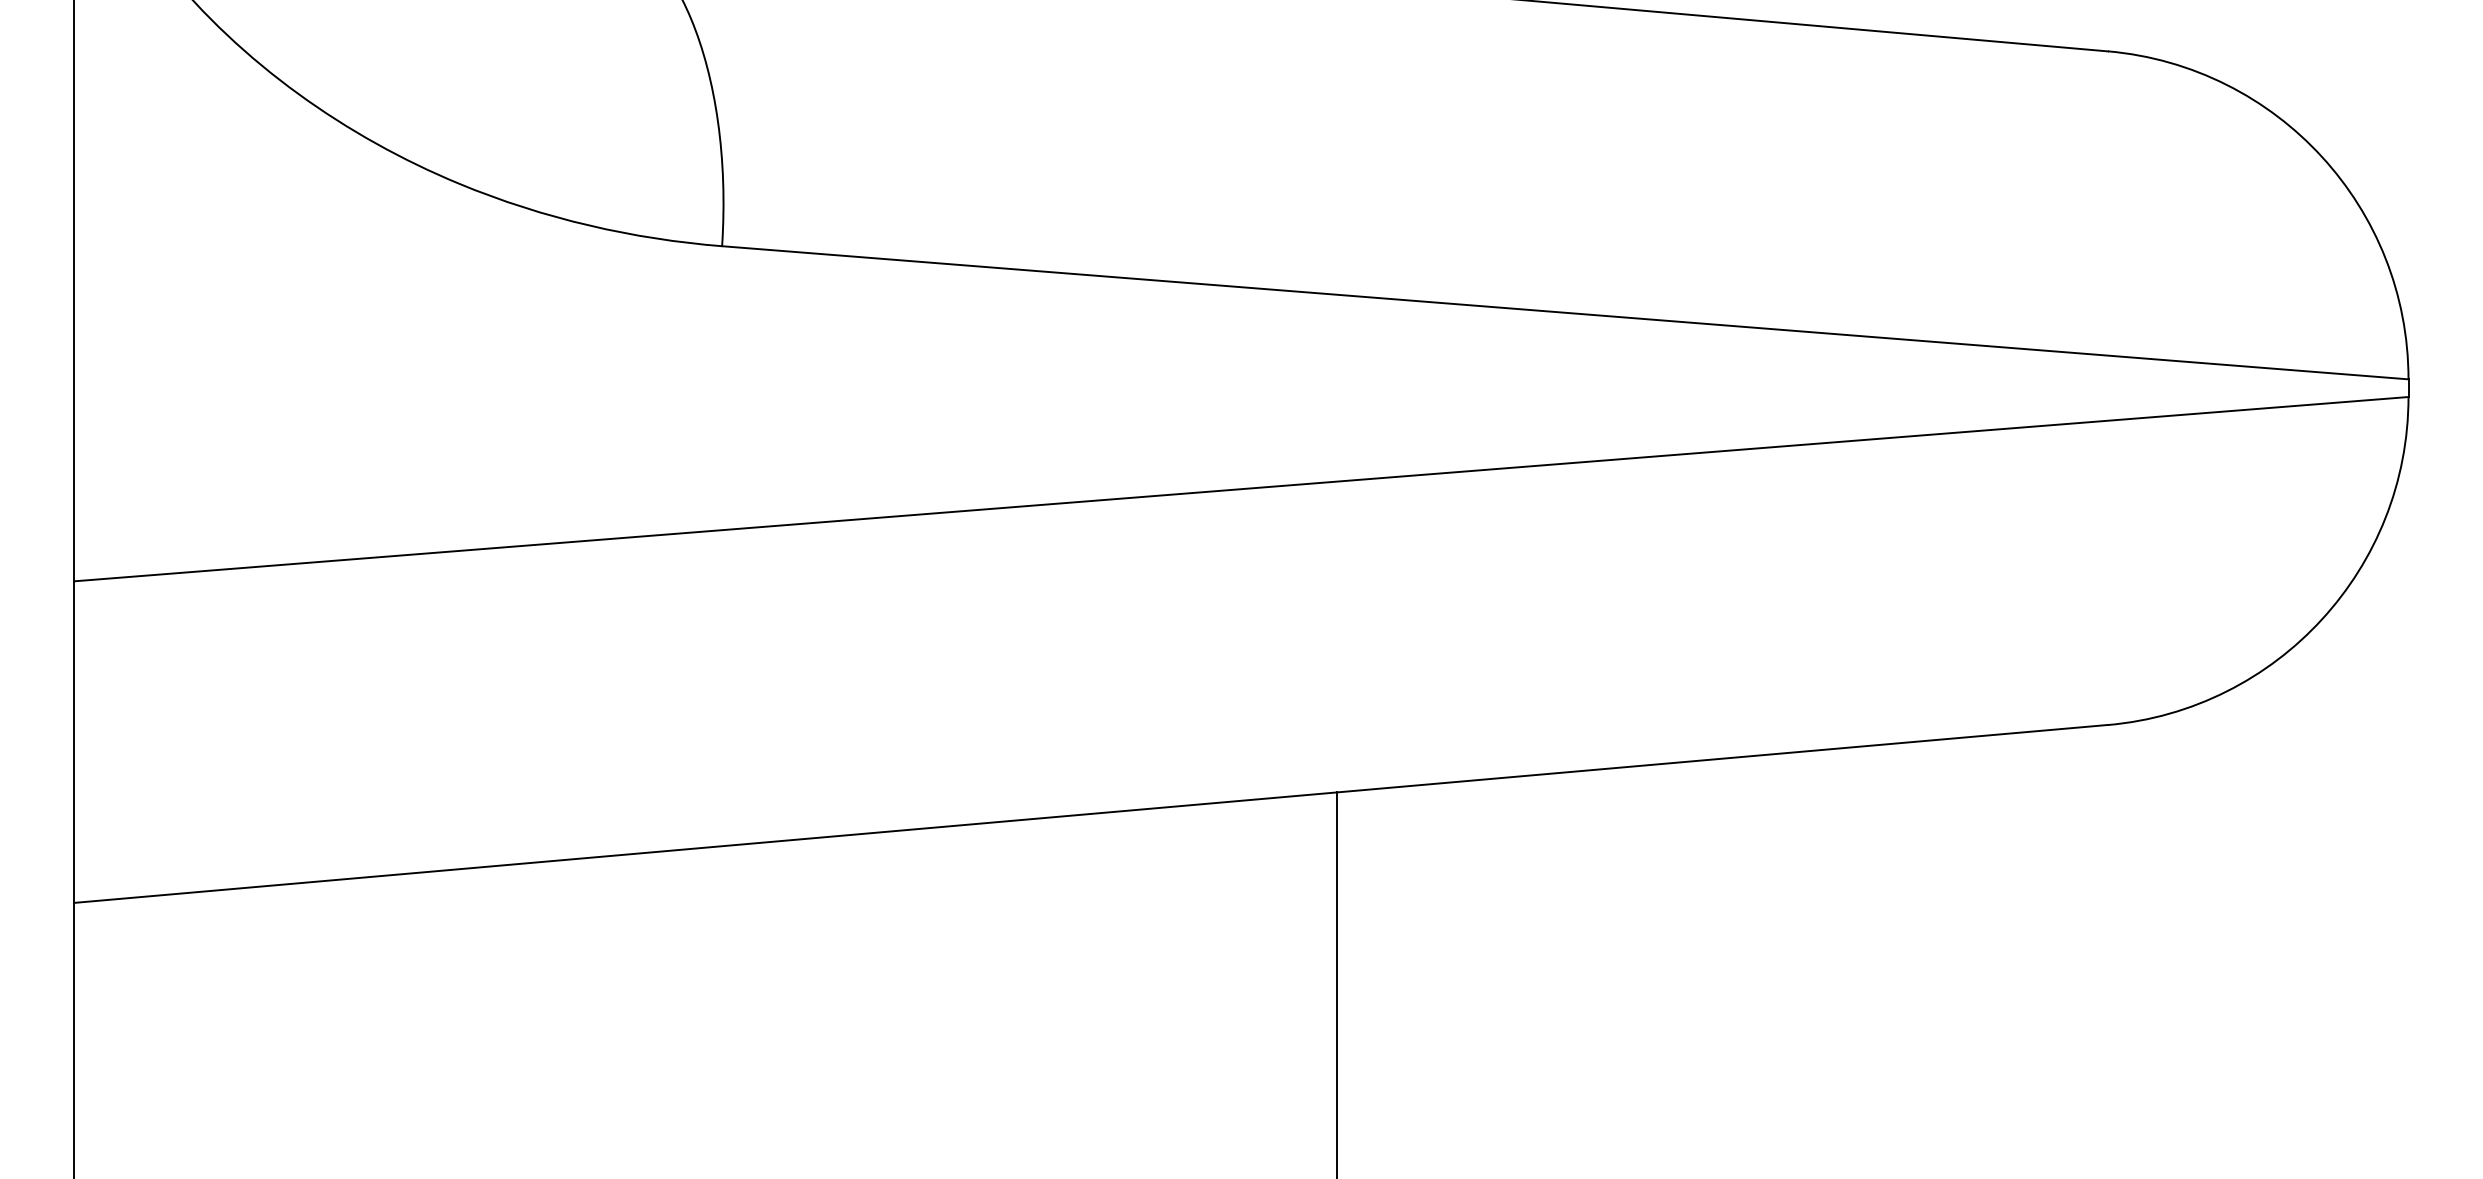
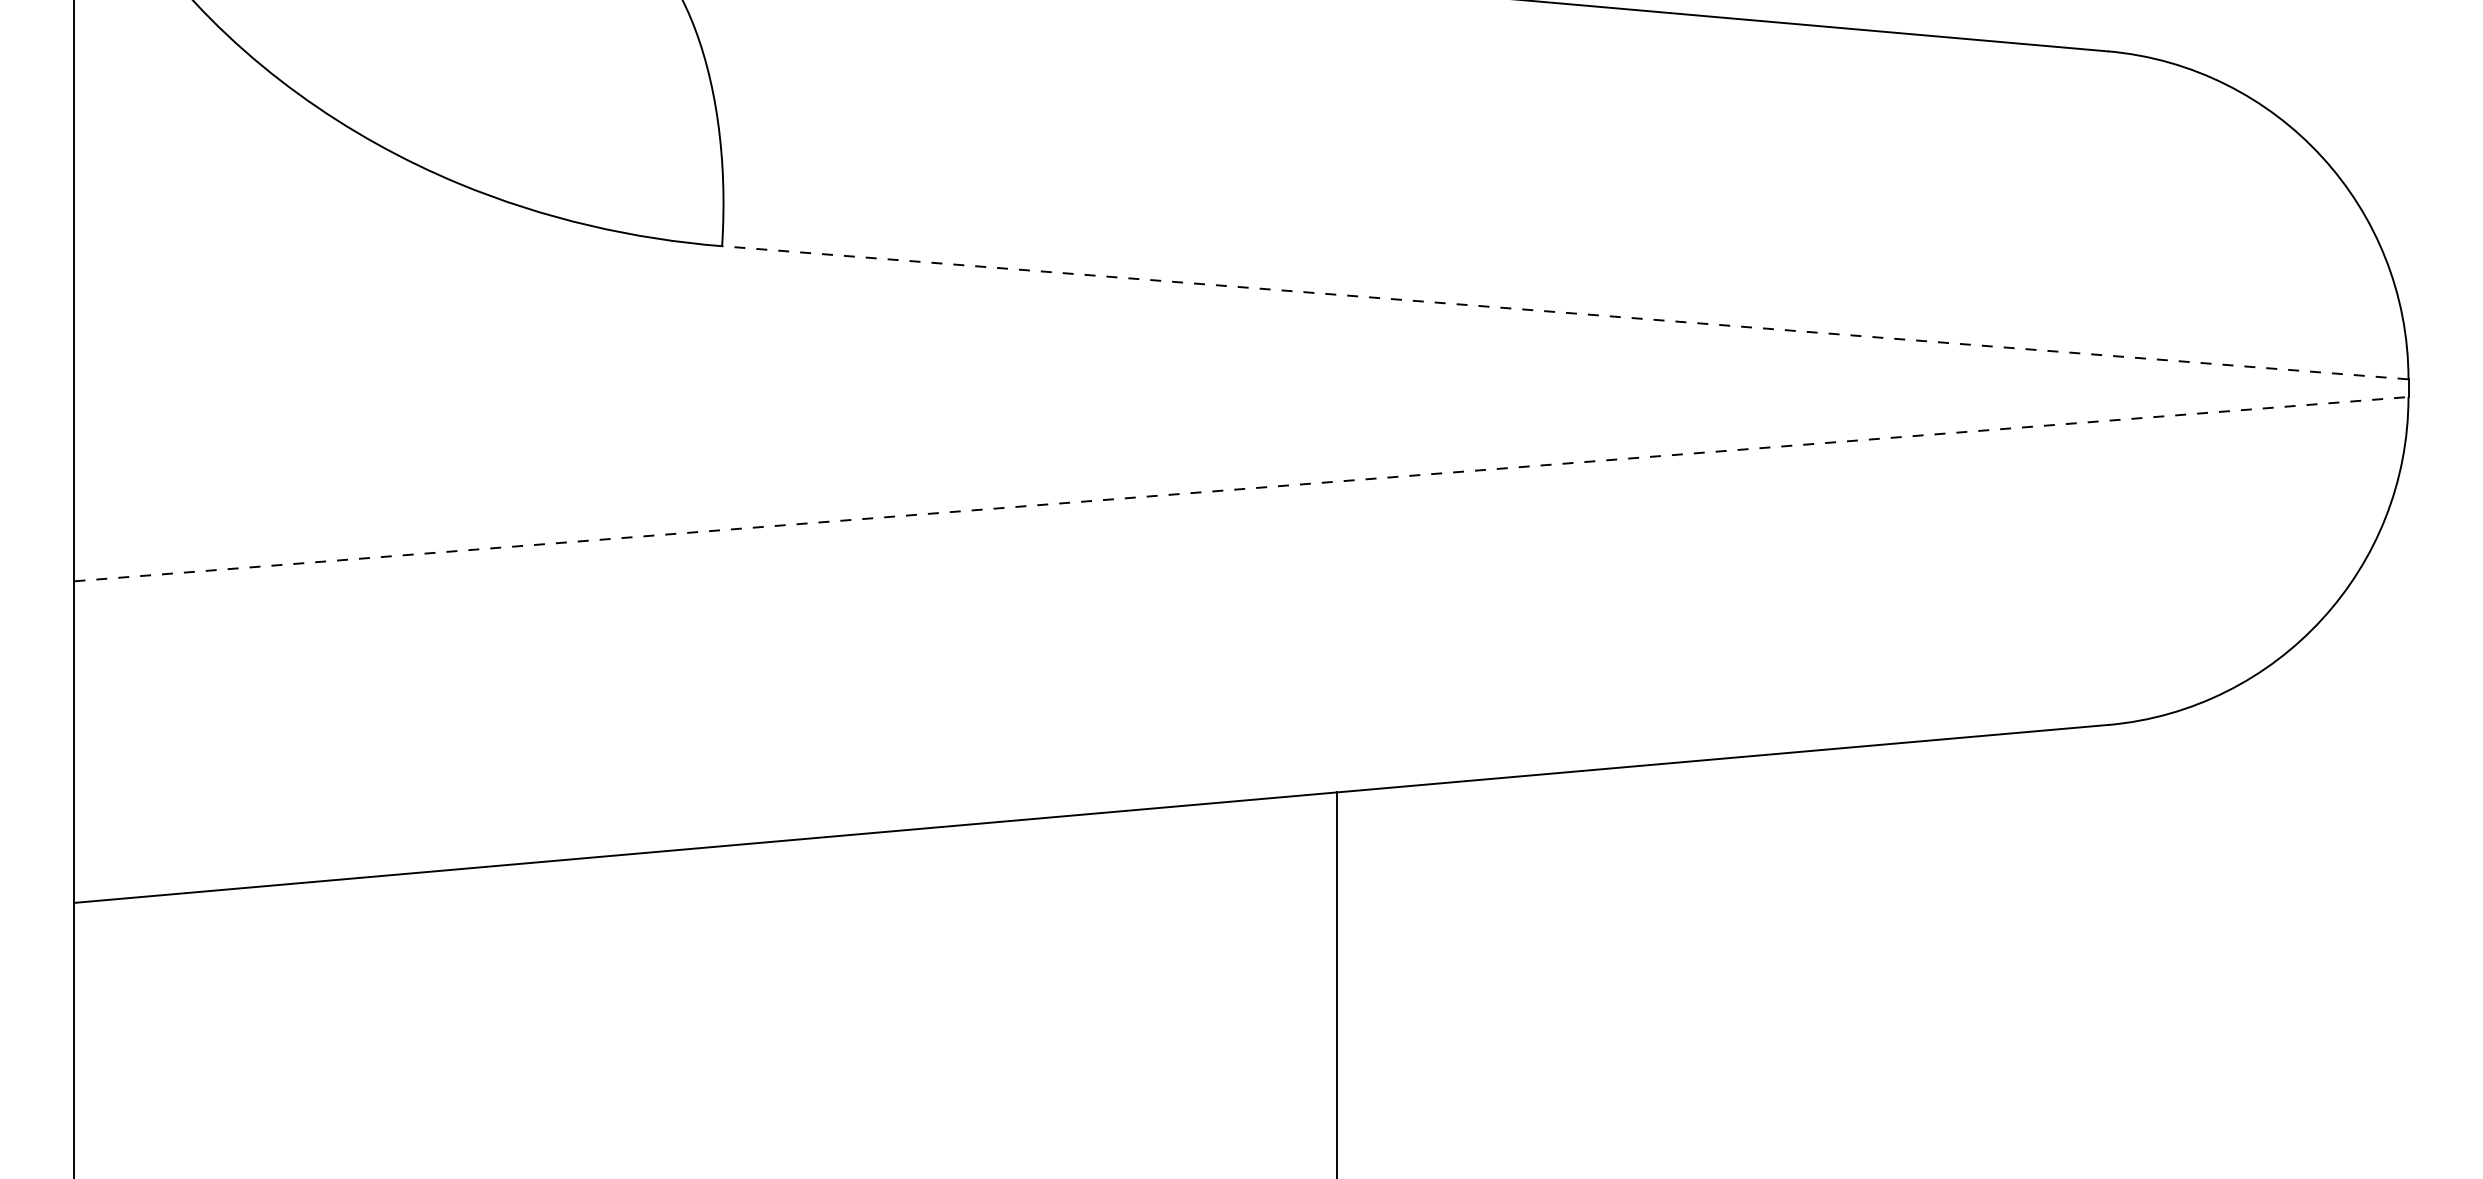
line at (1565, 312): solid -> dashed
line at (1241, 489): solid -> dashed
